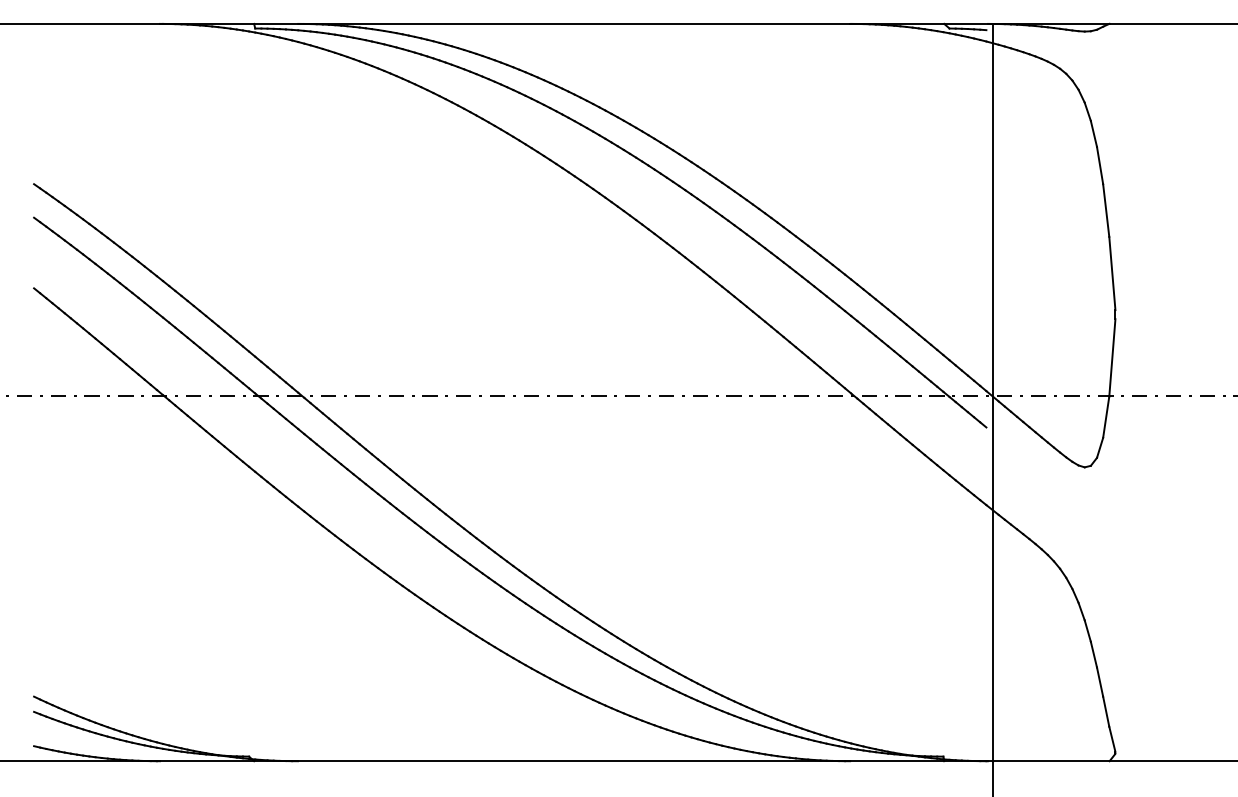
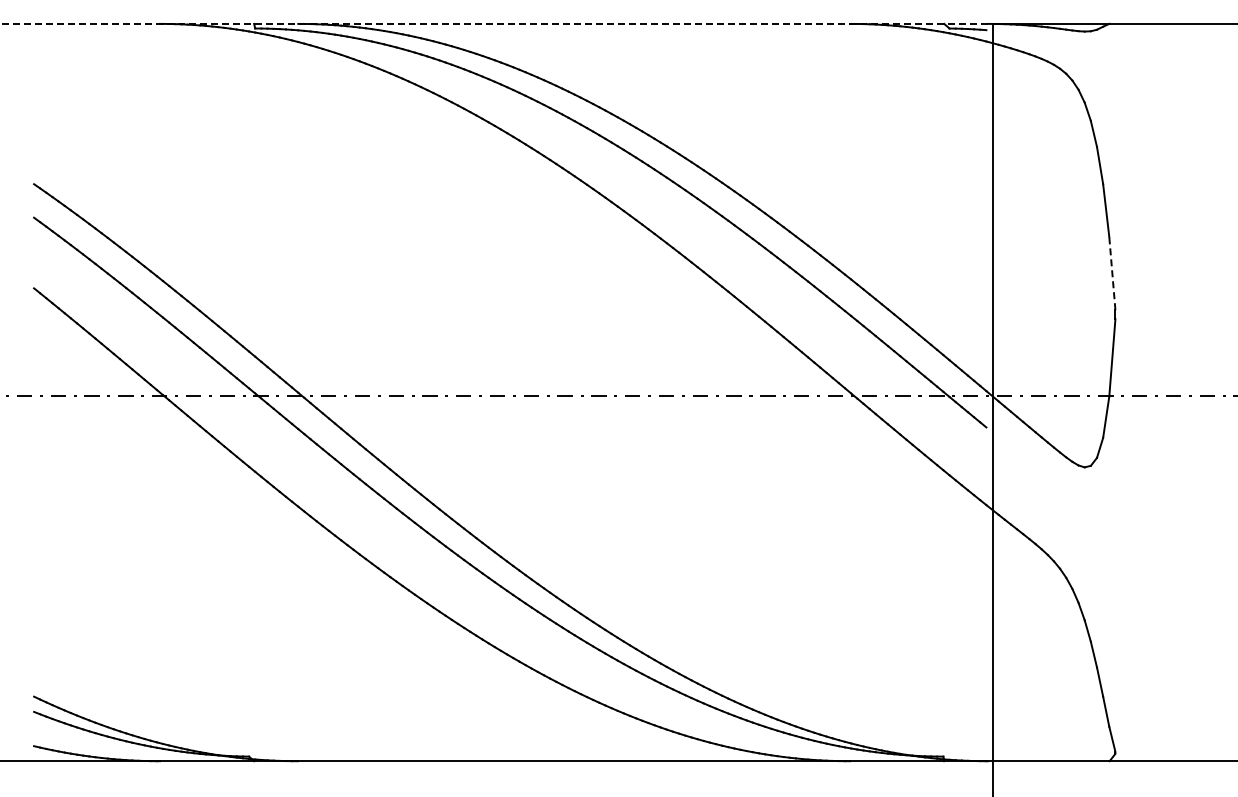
line at (496, 23): solid -> dashed
line at (1112, 273): solid -> dashed
